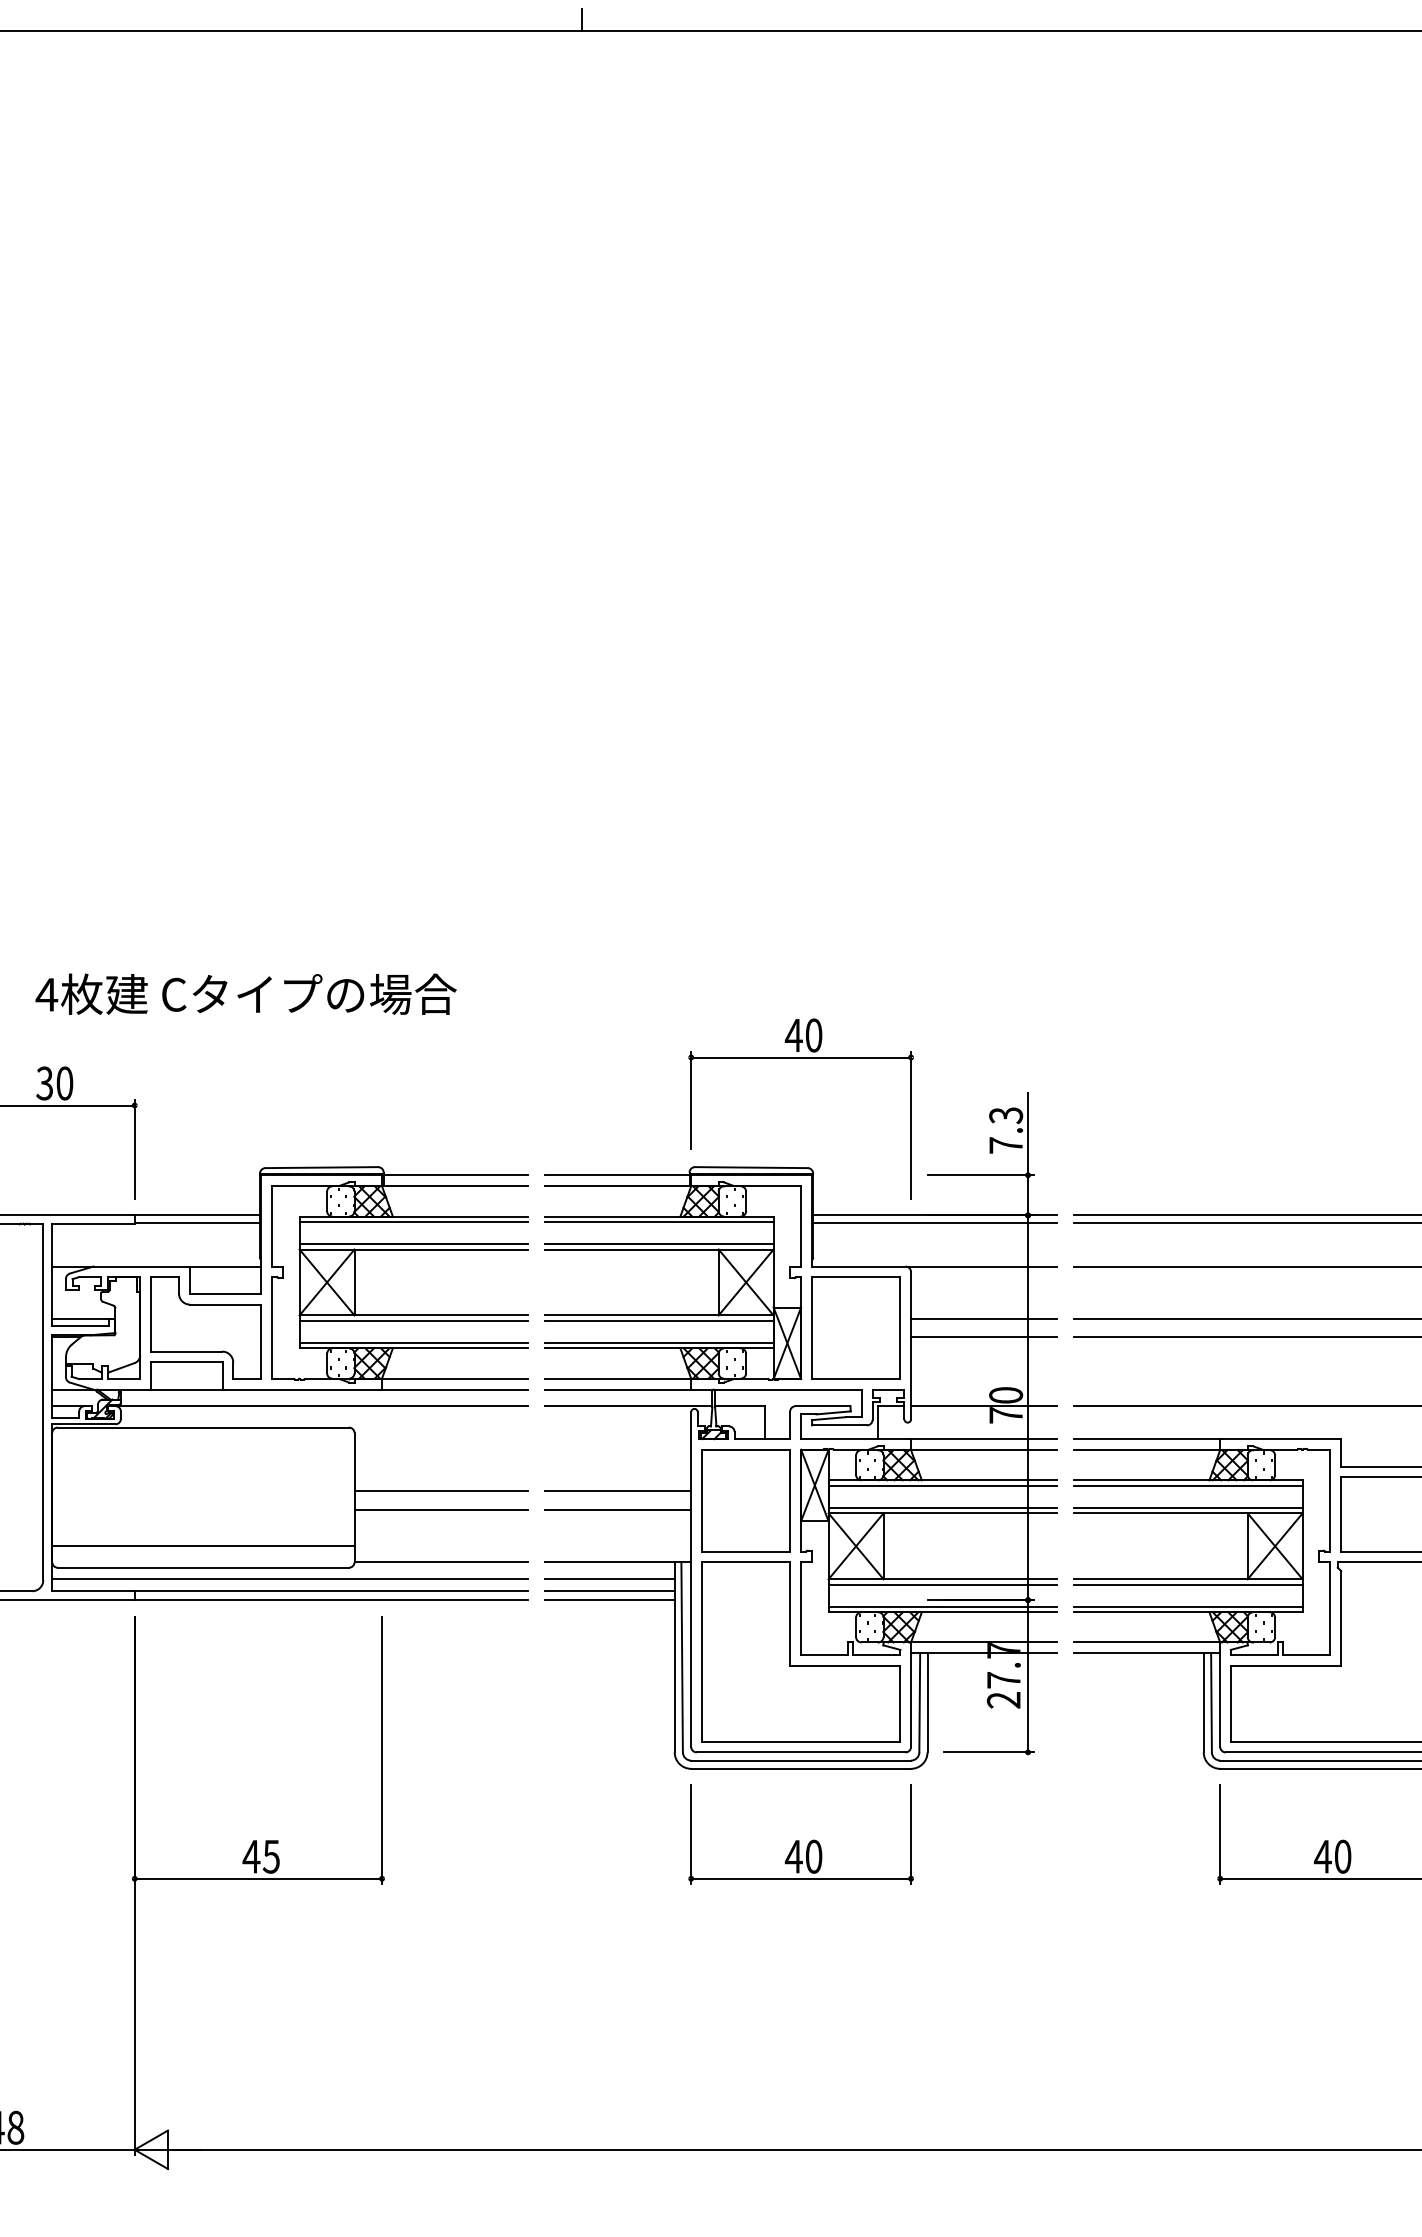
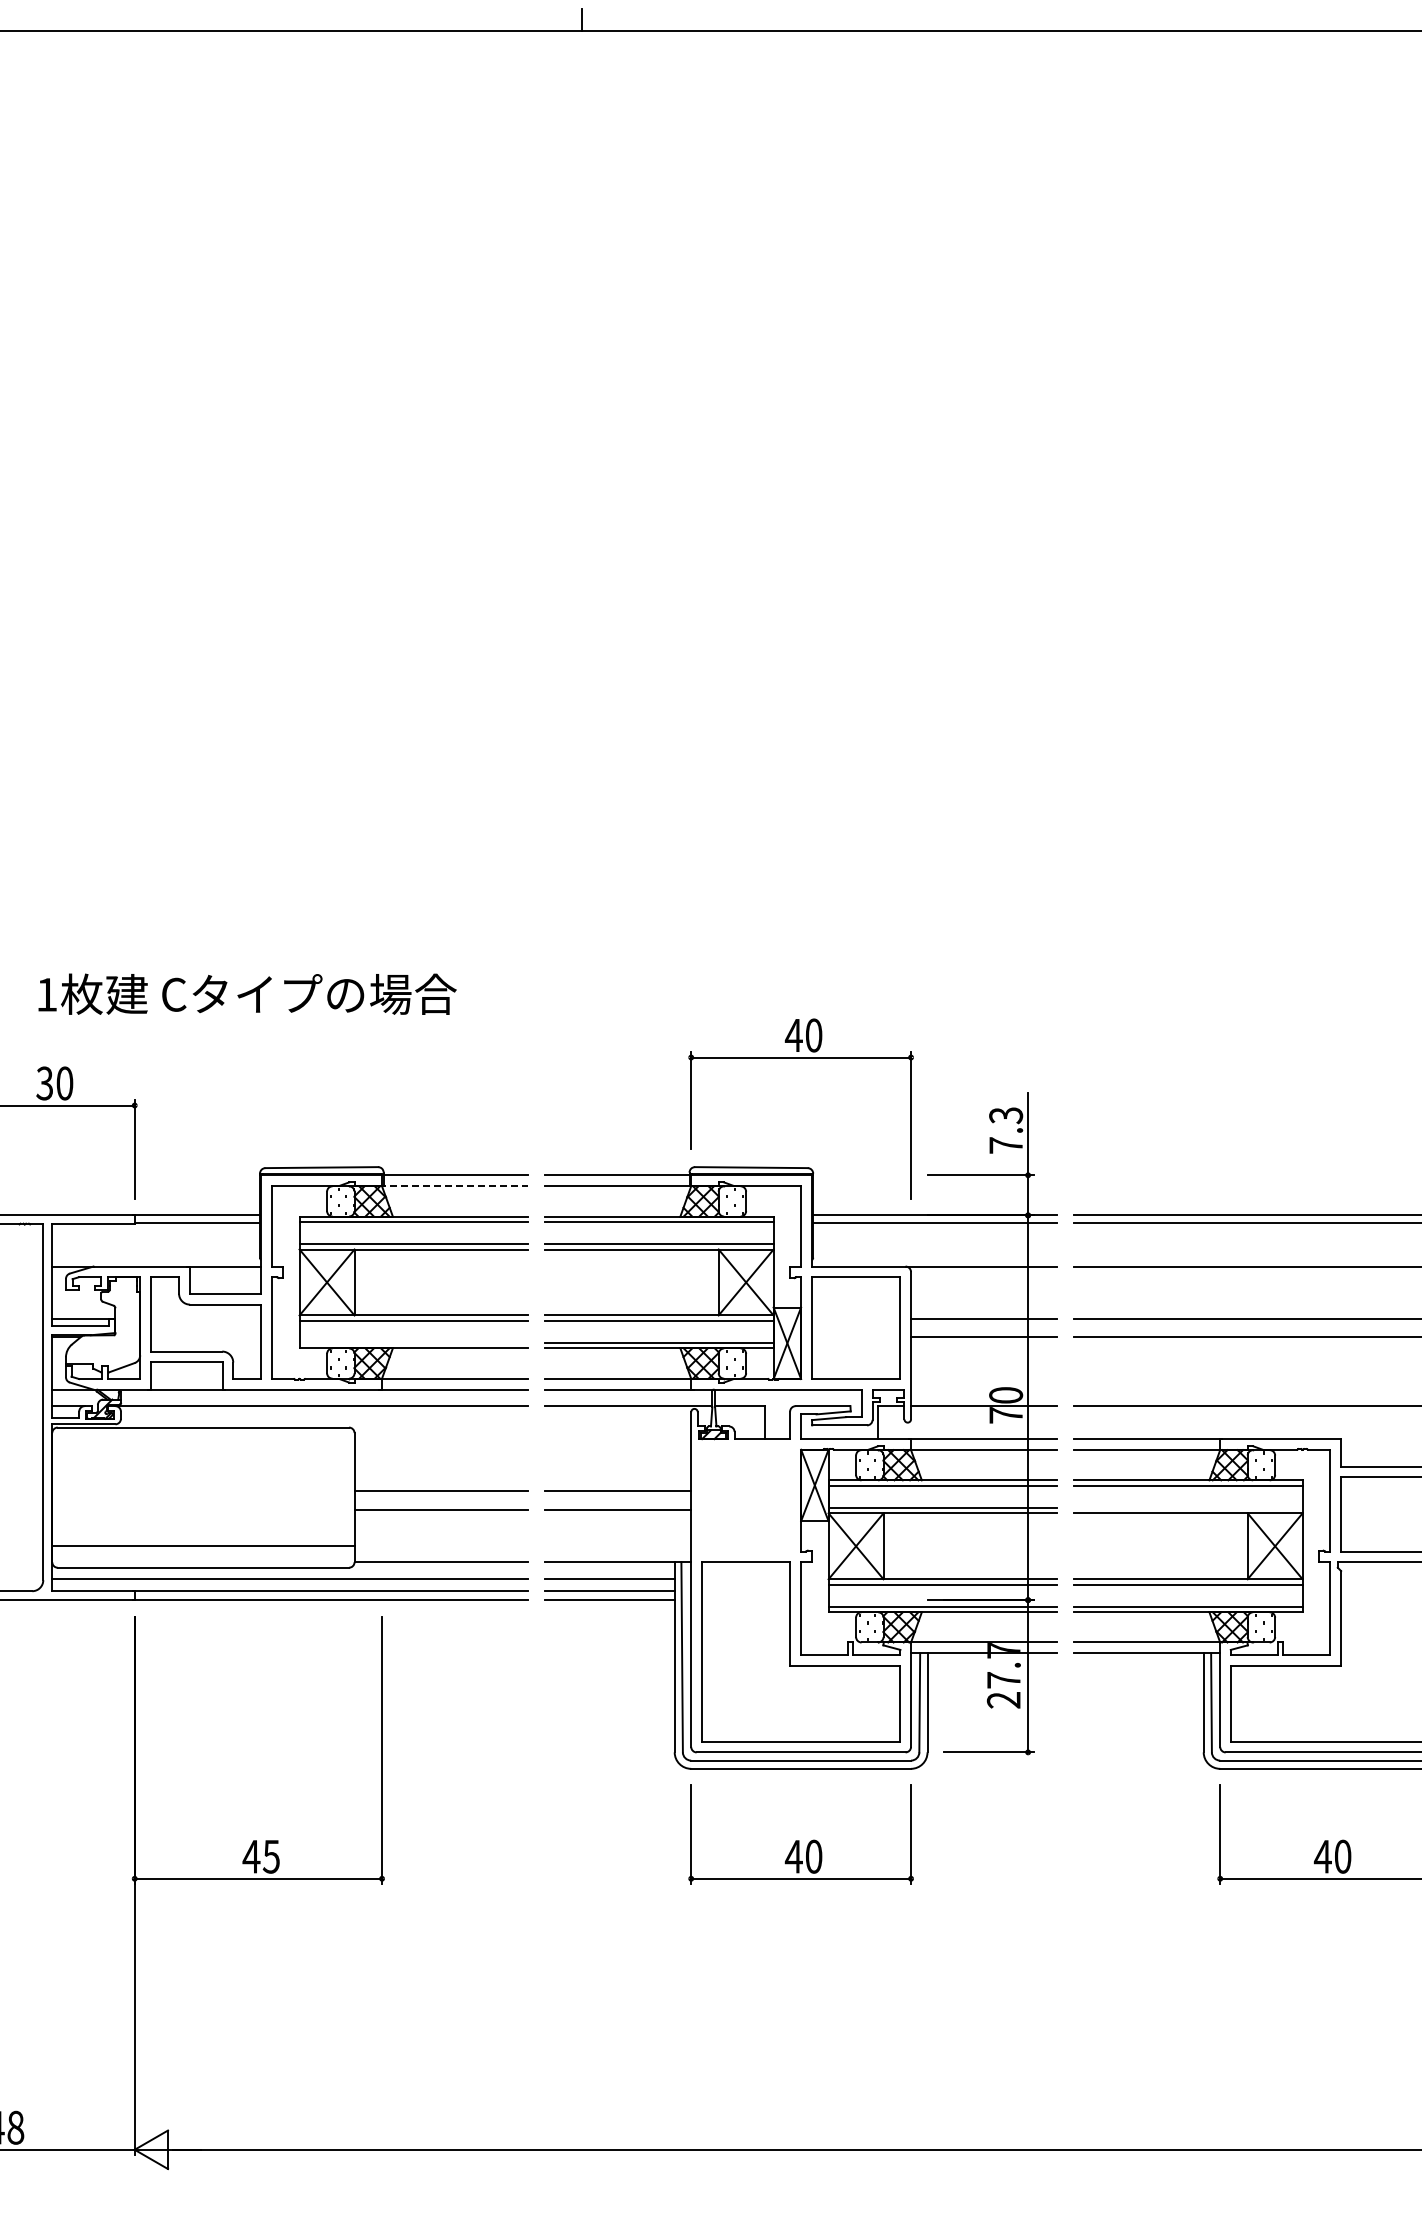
text at (46, 994): 4 -> 1
line at (453, 1186): solid -> dashed
line at (413, 1342): present -> none
part at (745, 1500): present -> none
line at (1187, 1507): present -> none
